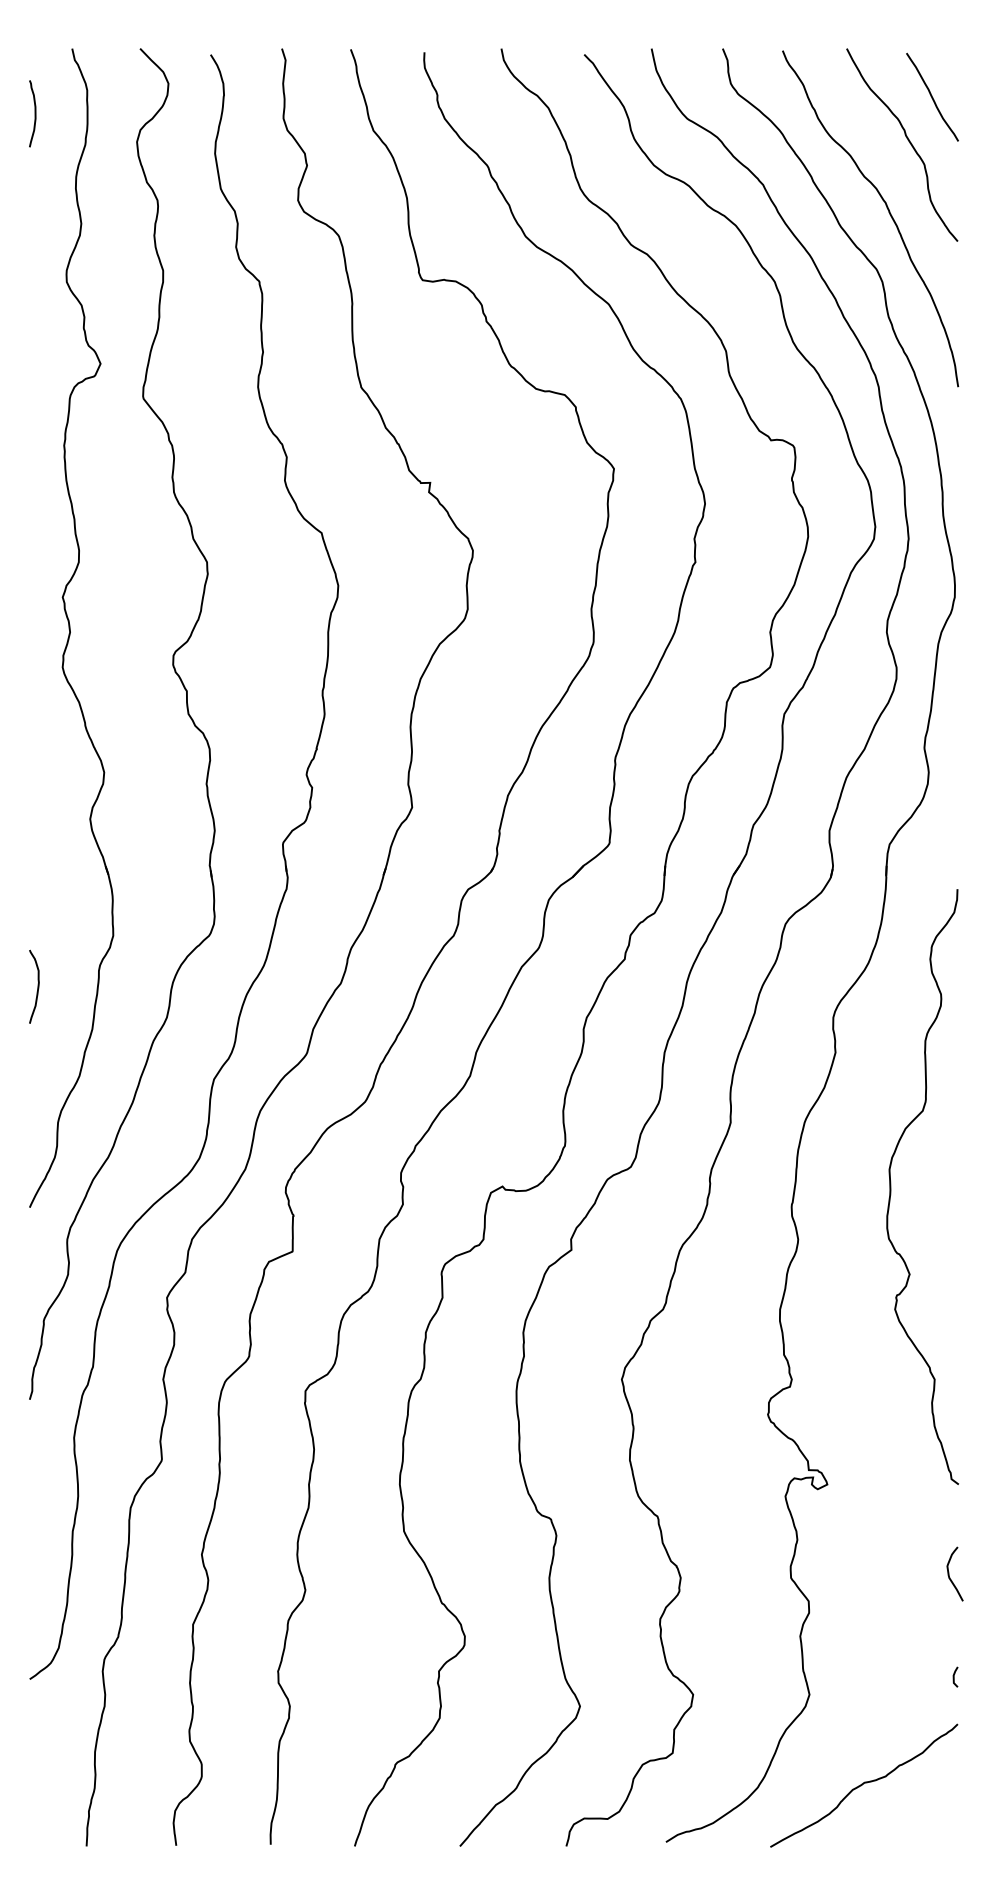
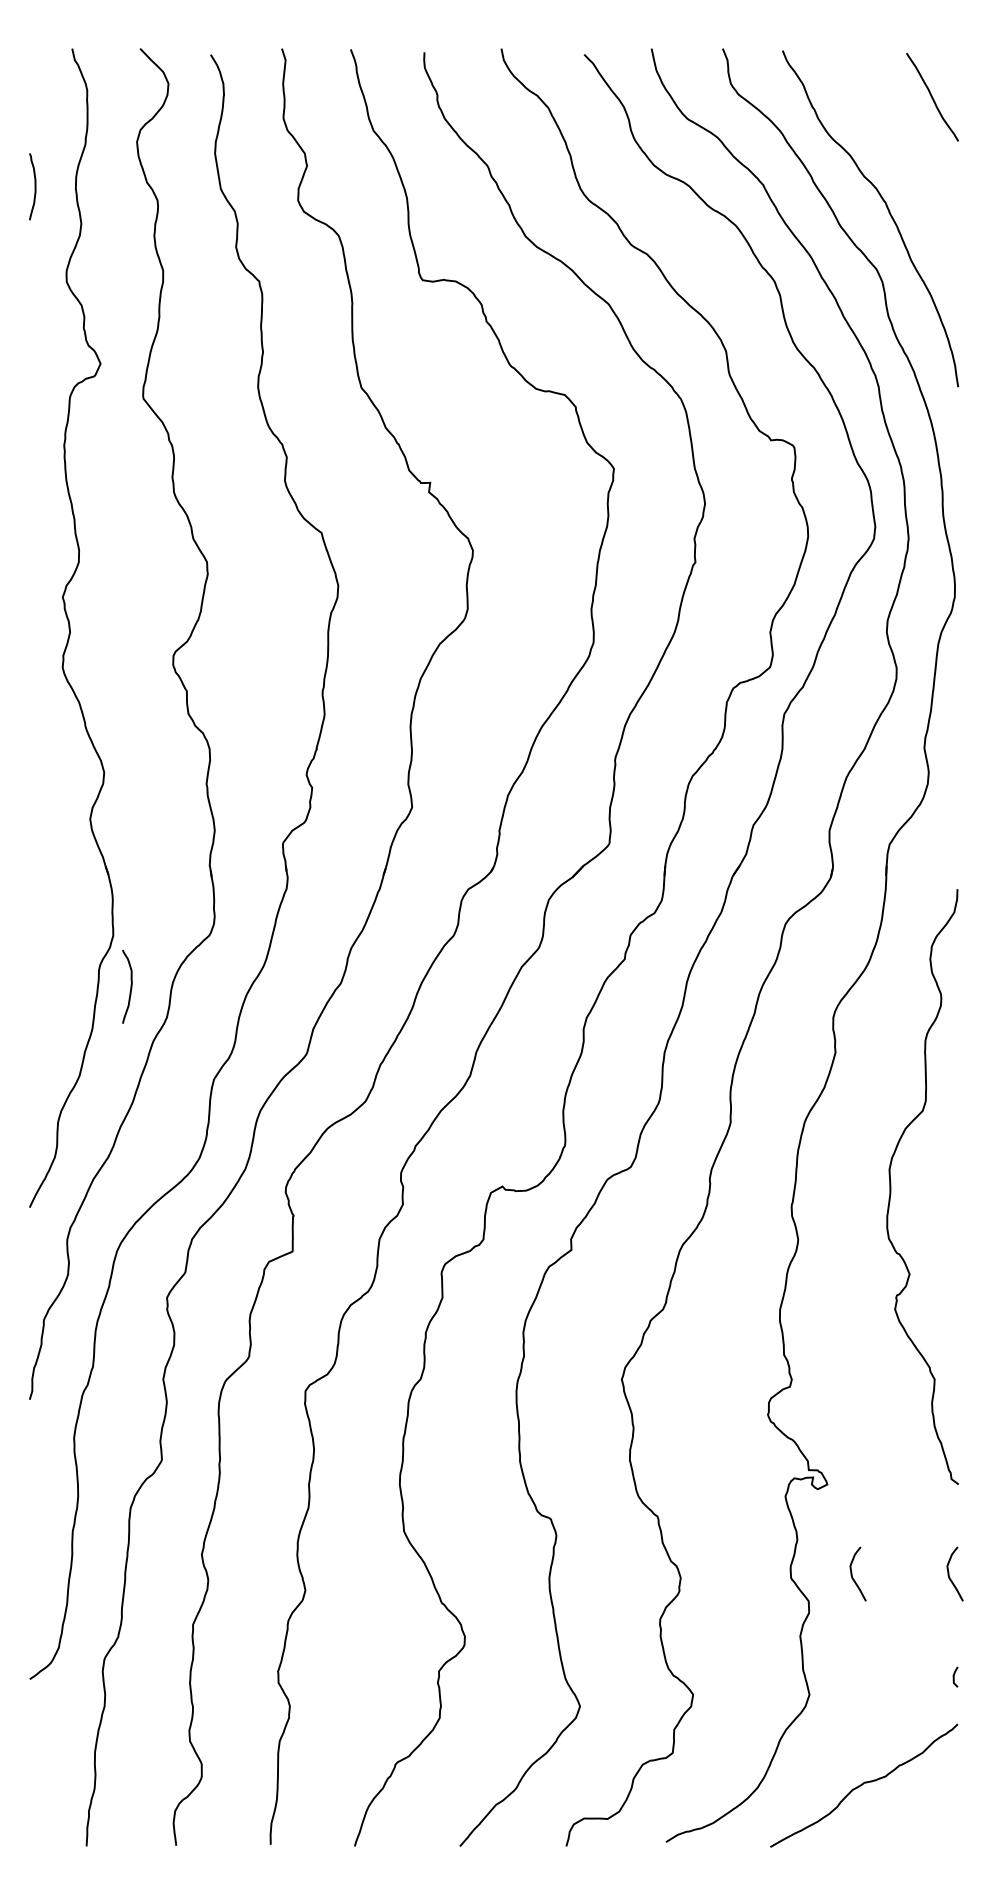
curve at (34, 113) position: (34, 113) -> (34, 186)
curve at (907, 140): present -> none
curve at (37, 986) position: (37, 986) -> (130, 986)
curve at (852, 1573): none -> present
